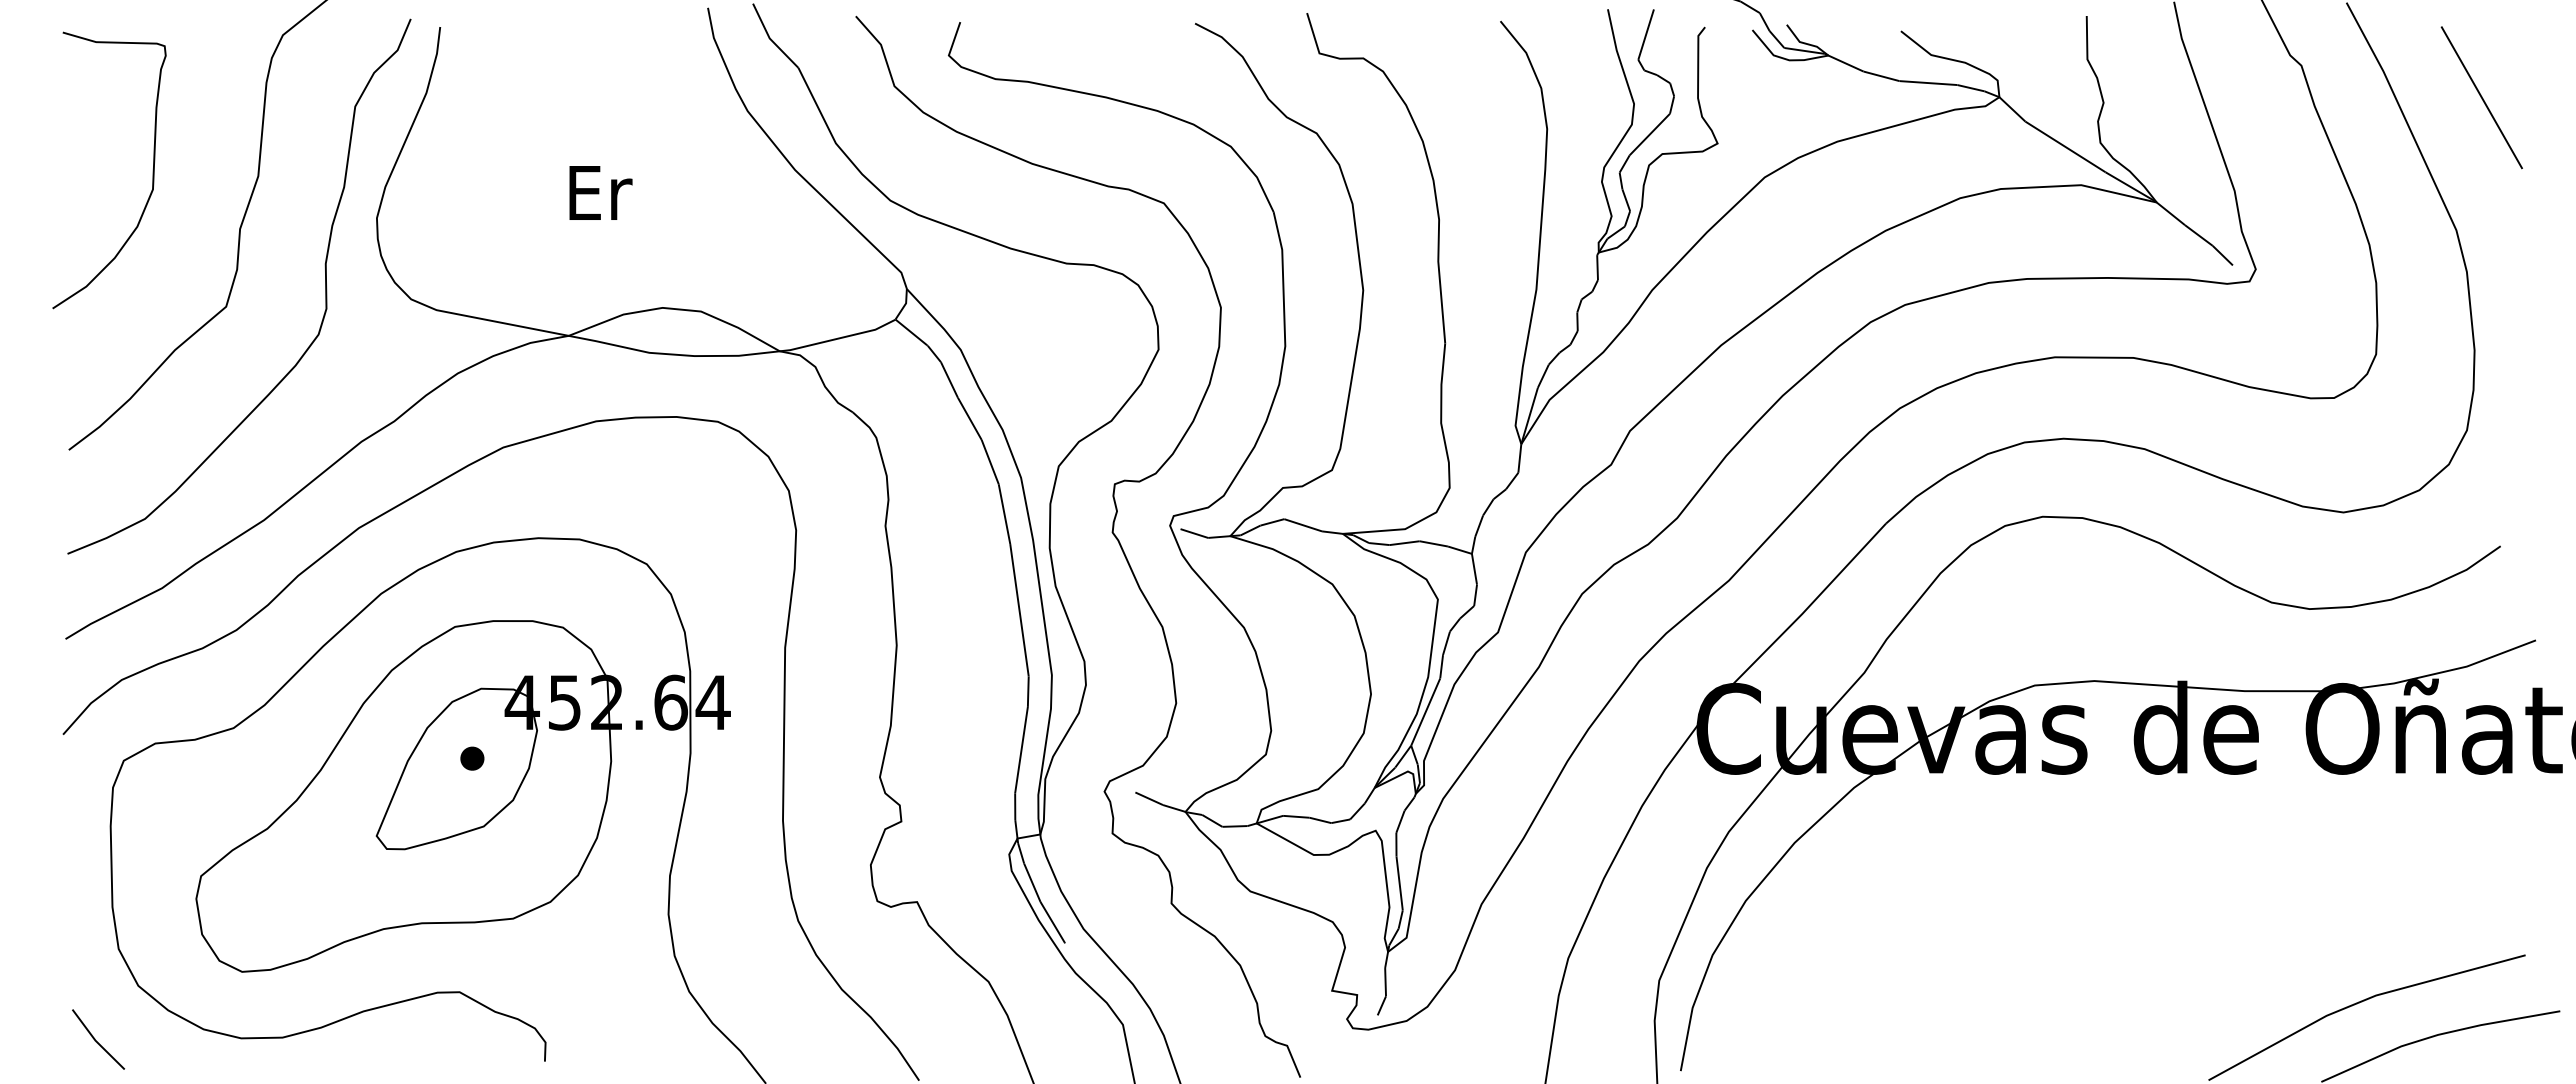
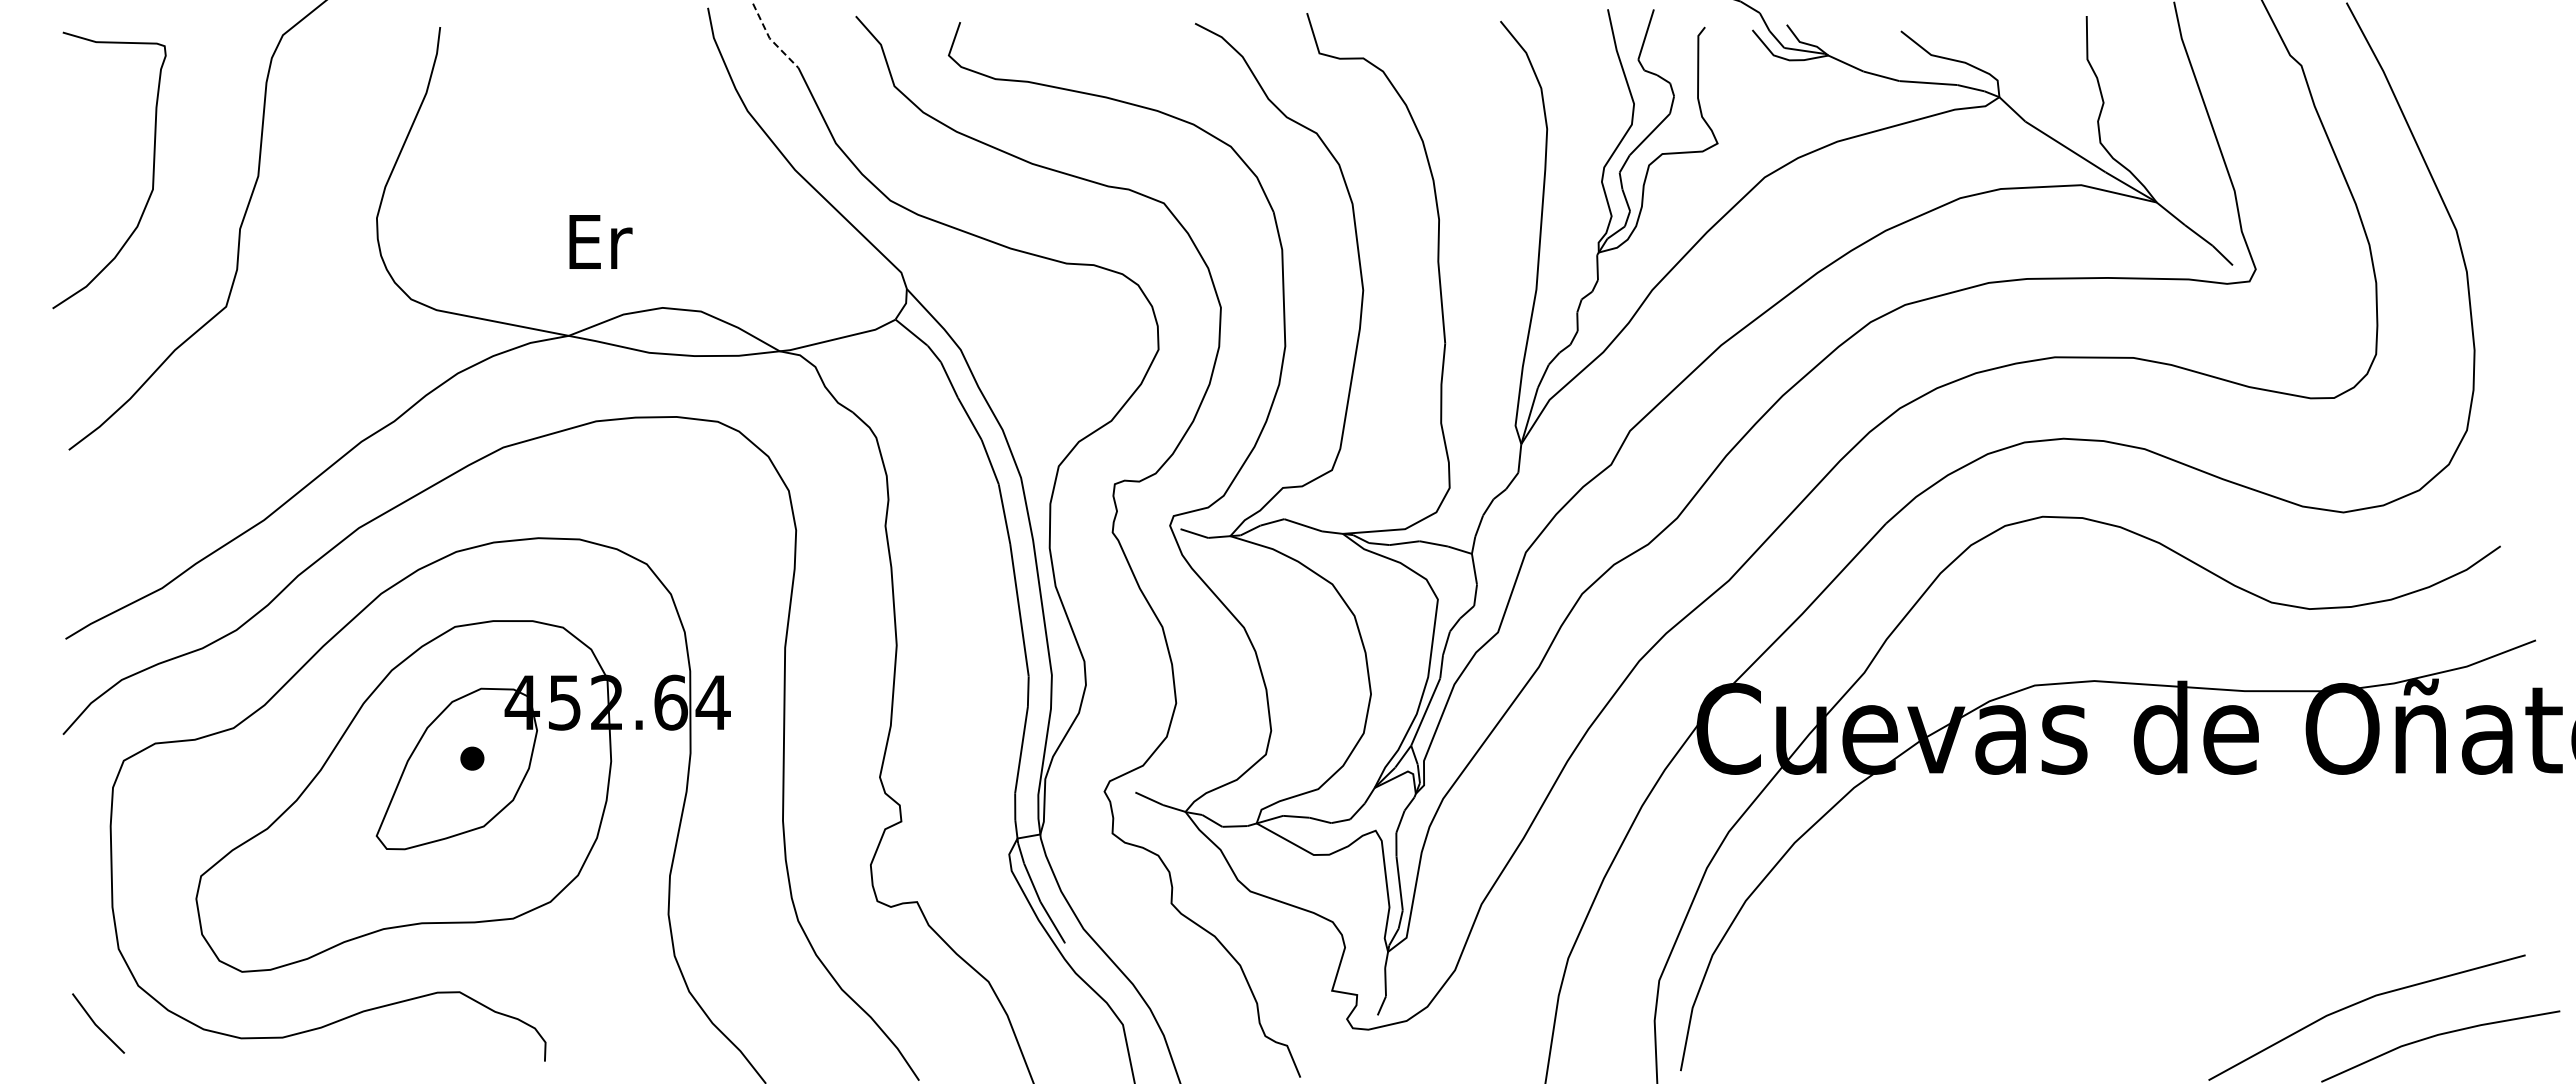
line at (770, 39): solid -> dashed
line at (2481, 97): present -> none
text at (600, 192) position: (600, 192) -> (600, 241)
curve at (325, 286): present -> none
line at (96, 1040) position: (96, 1040) -> (96, 1024)
